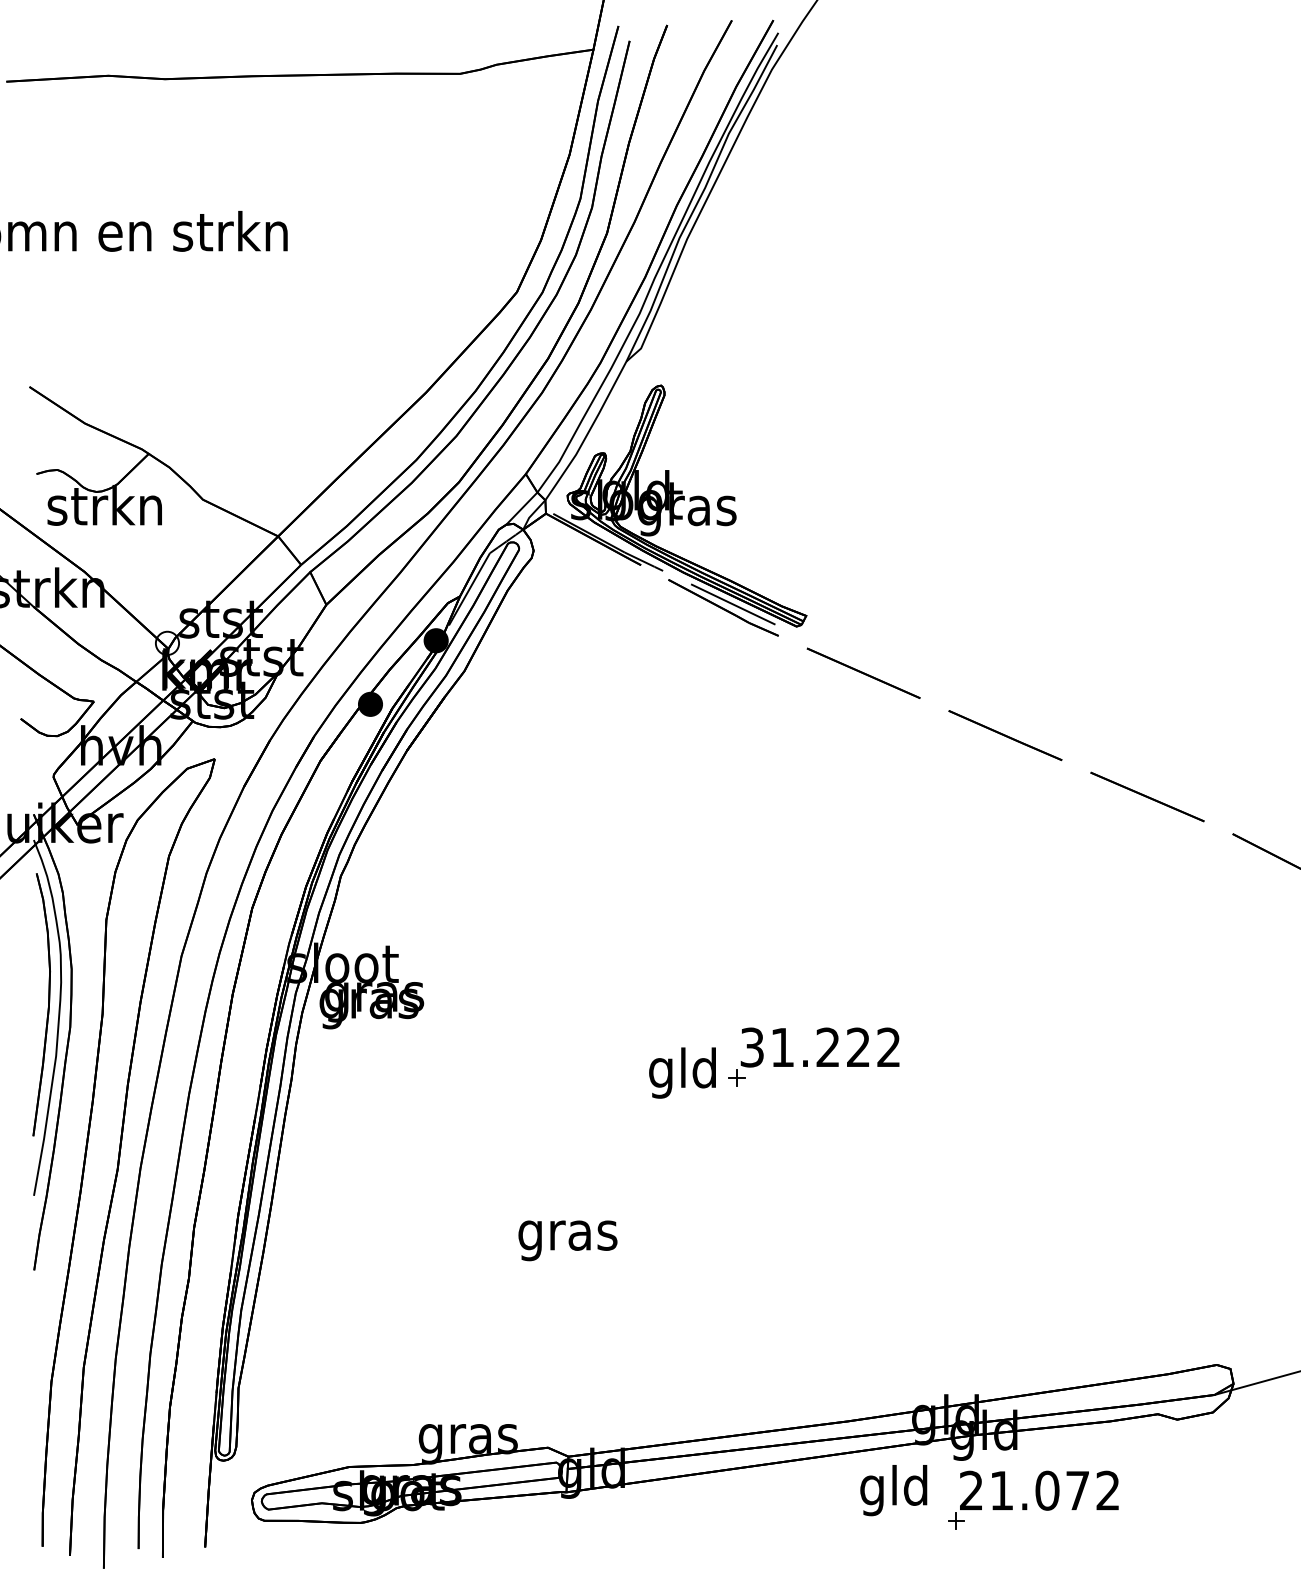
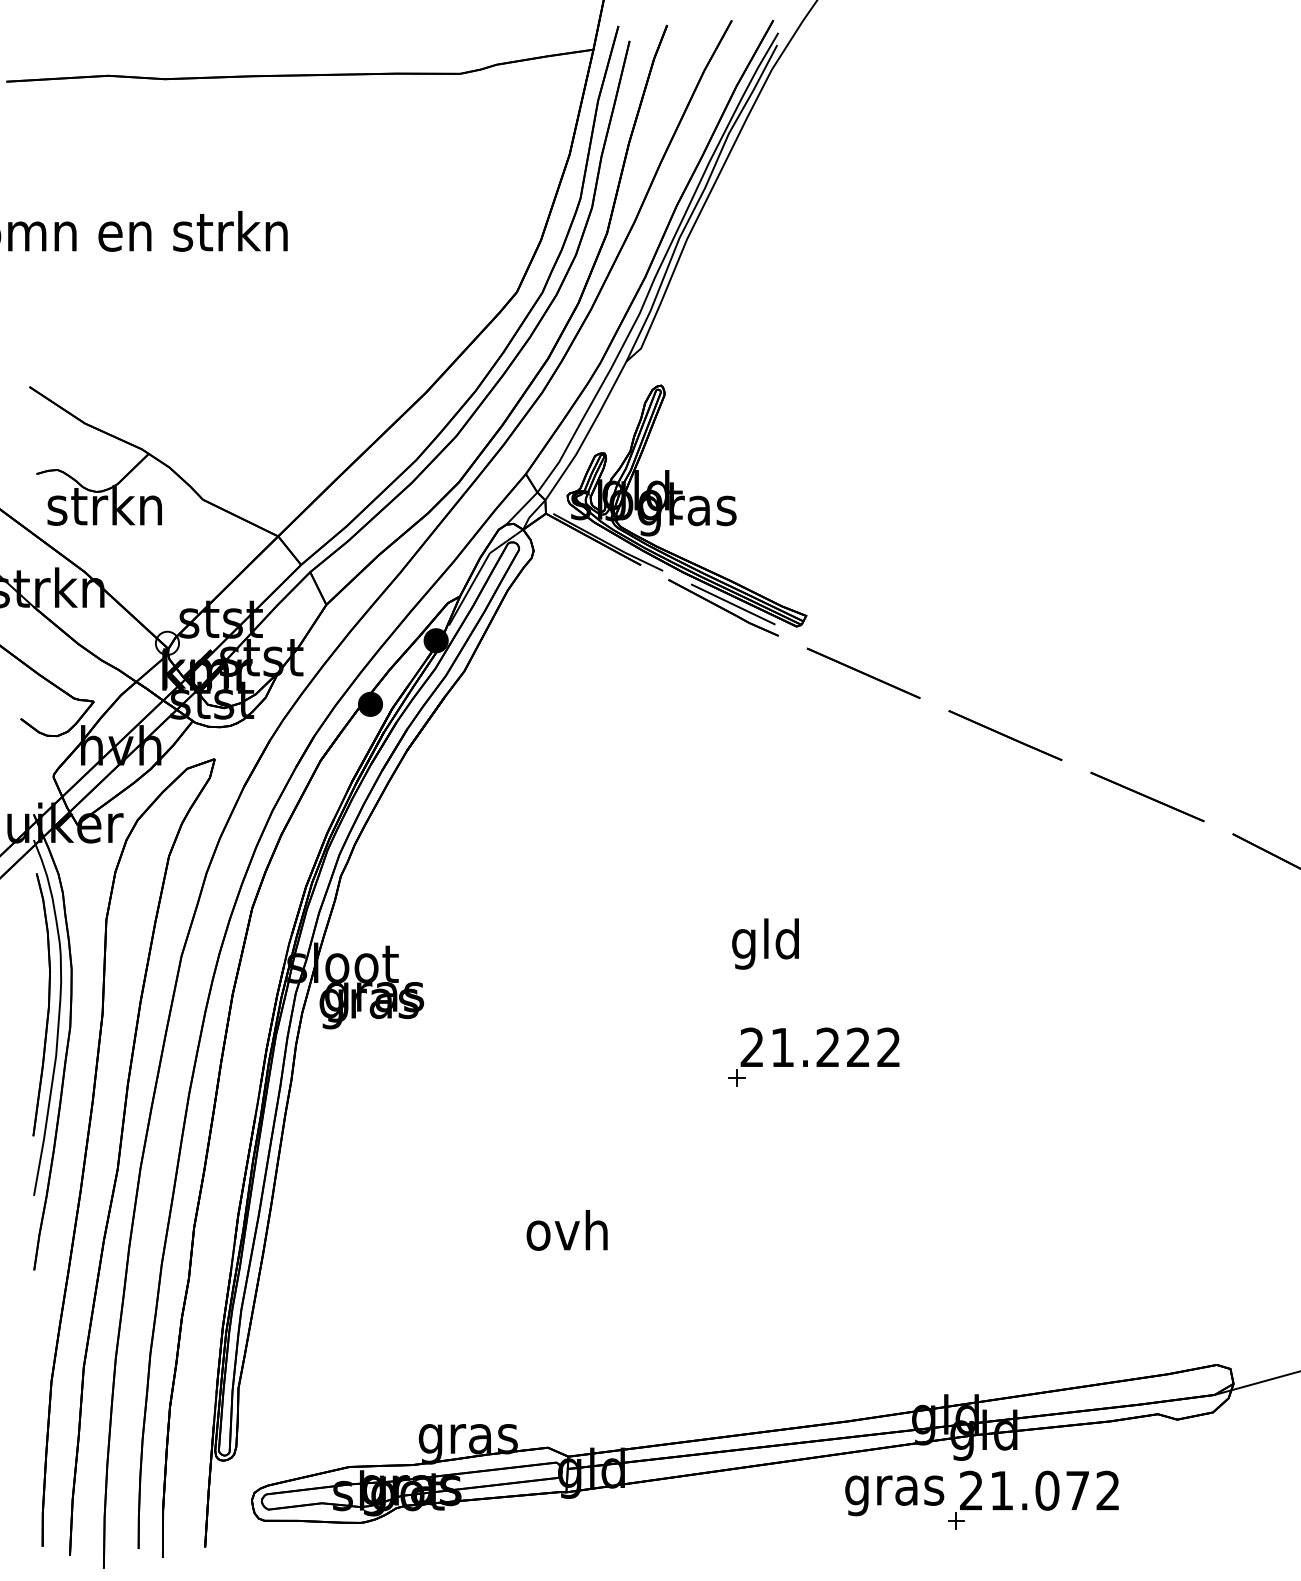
text at (751, 1047): 31.222 -> 21.222
text at (682, 1072) position: (682, 1072) -> (765, 943)
text at (567, 1235): gras -> ovh
text at (894, 1490): gld -> gras
